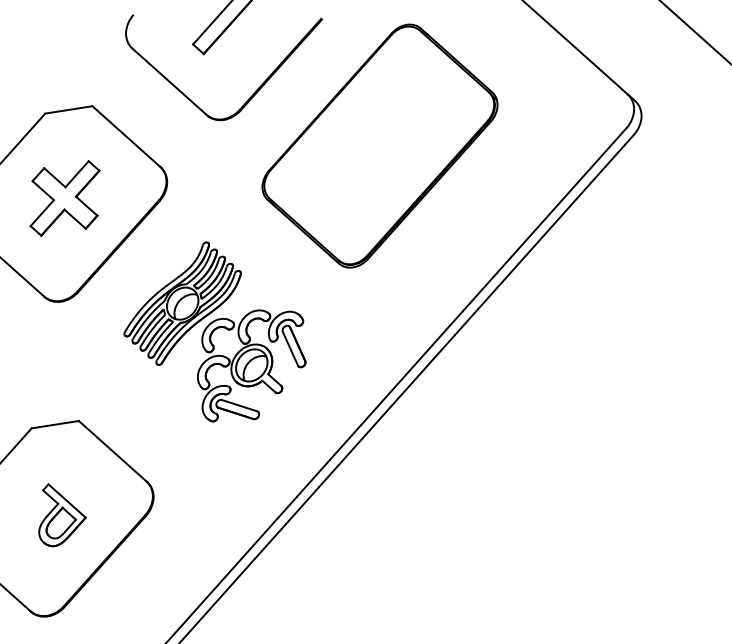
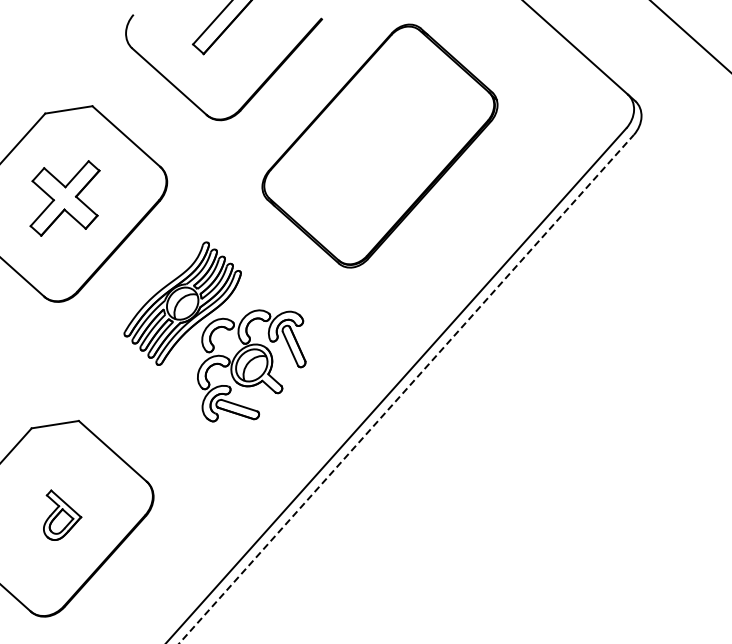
line at (694, 32) position: (694, 32) -> (690, 36)
line at (406, 389): solid -> dashed
part at (62, 515) size: 49x65 px -> 40x52 px
